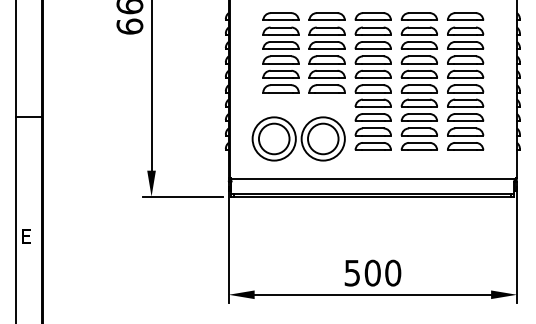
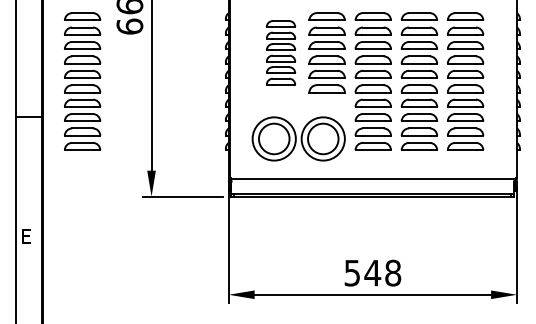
part at (280, 52) size: 38x82 px -> 31x66 px
part at (82, 81): none -> present
text at (382, 272): 500 -> 548
